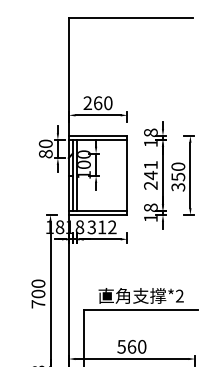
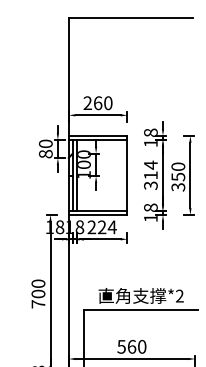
text at (150, 174): 241 -> 314
text at (101, 227): 312 -> 224
